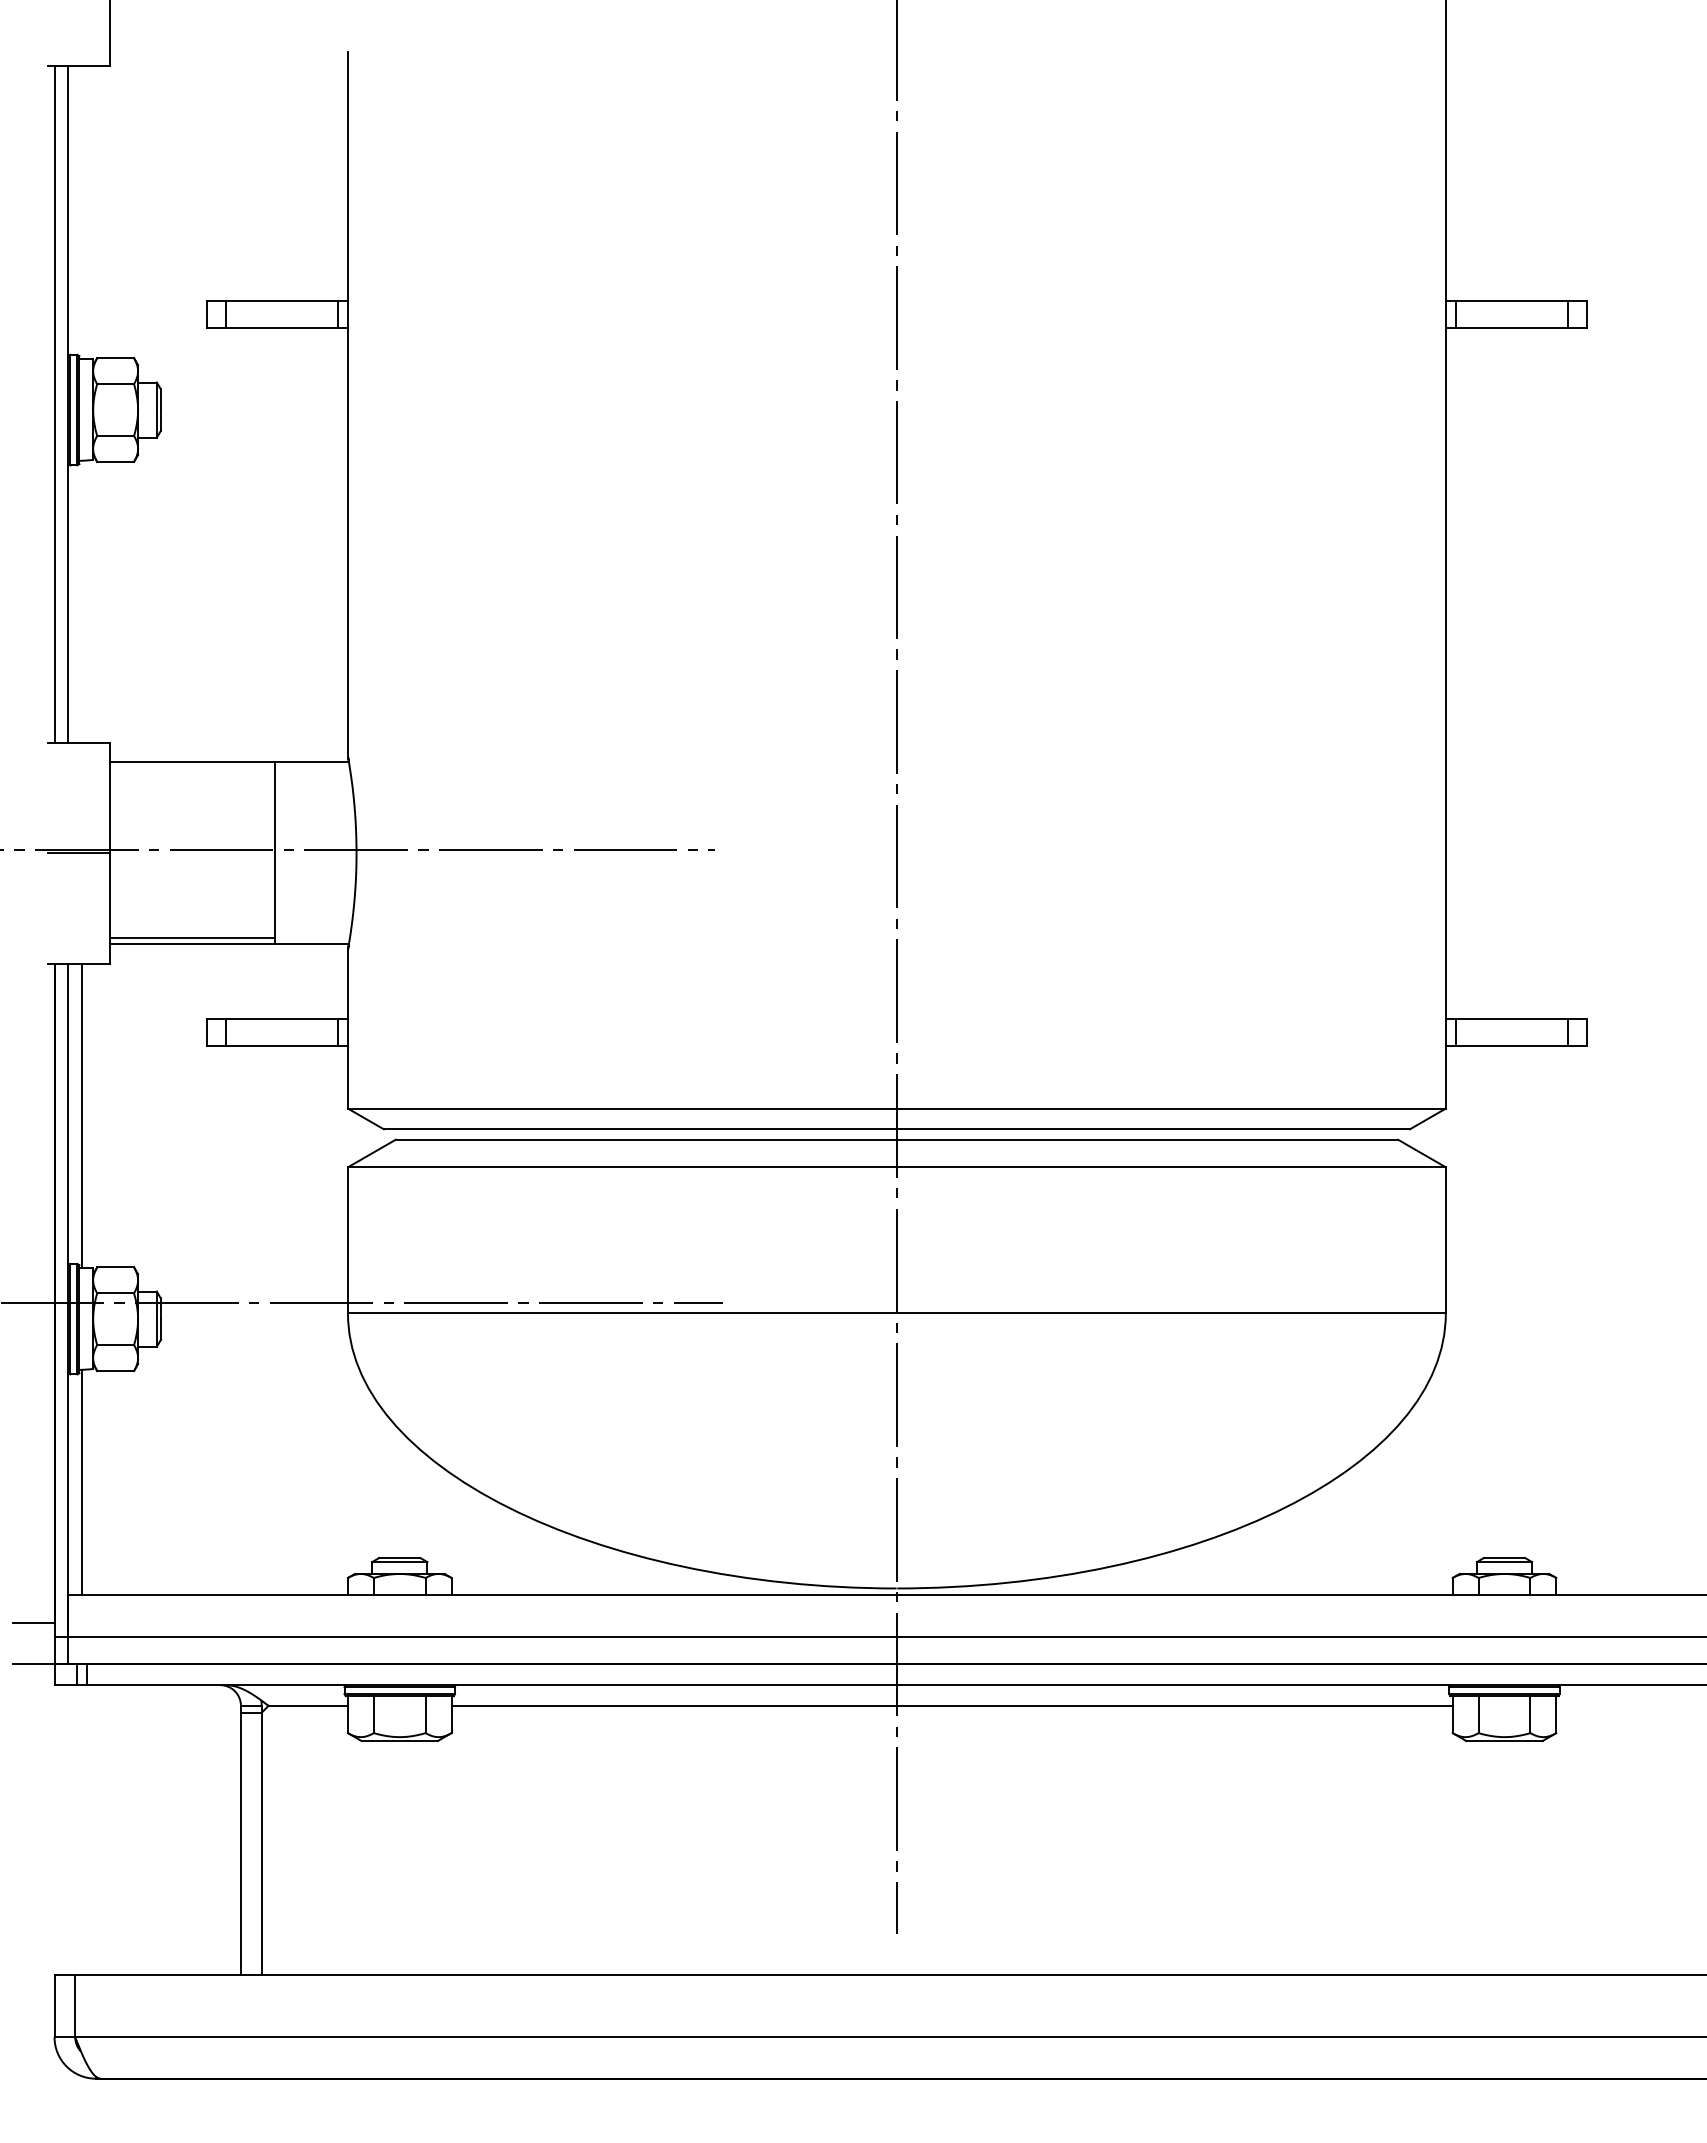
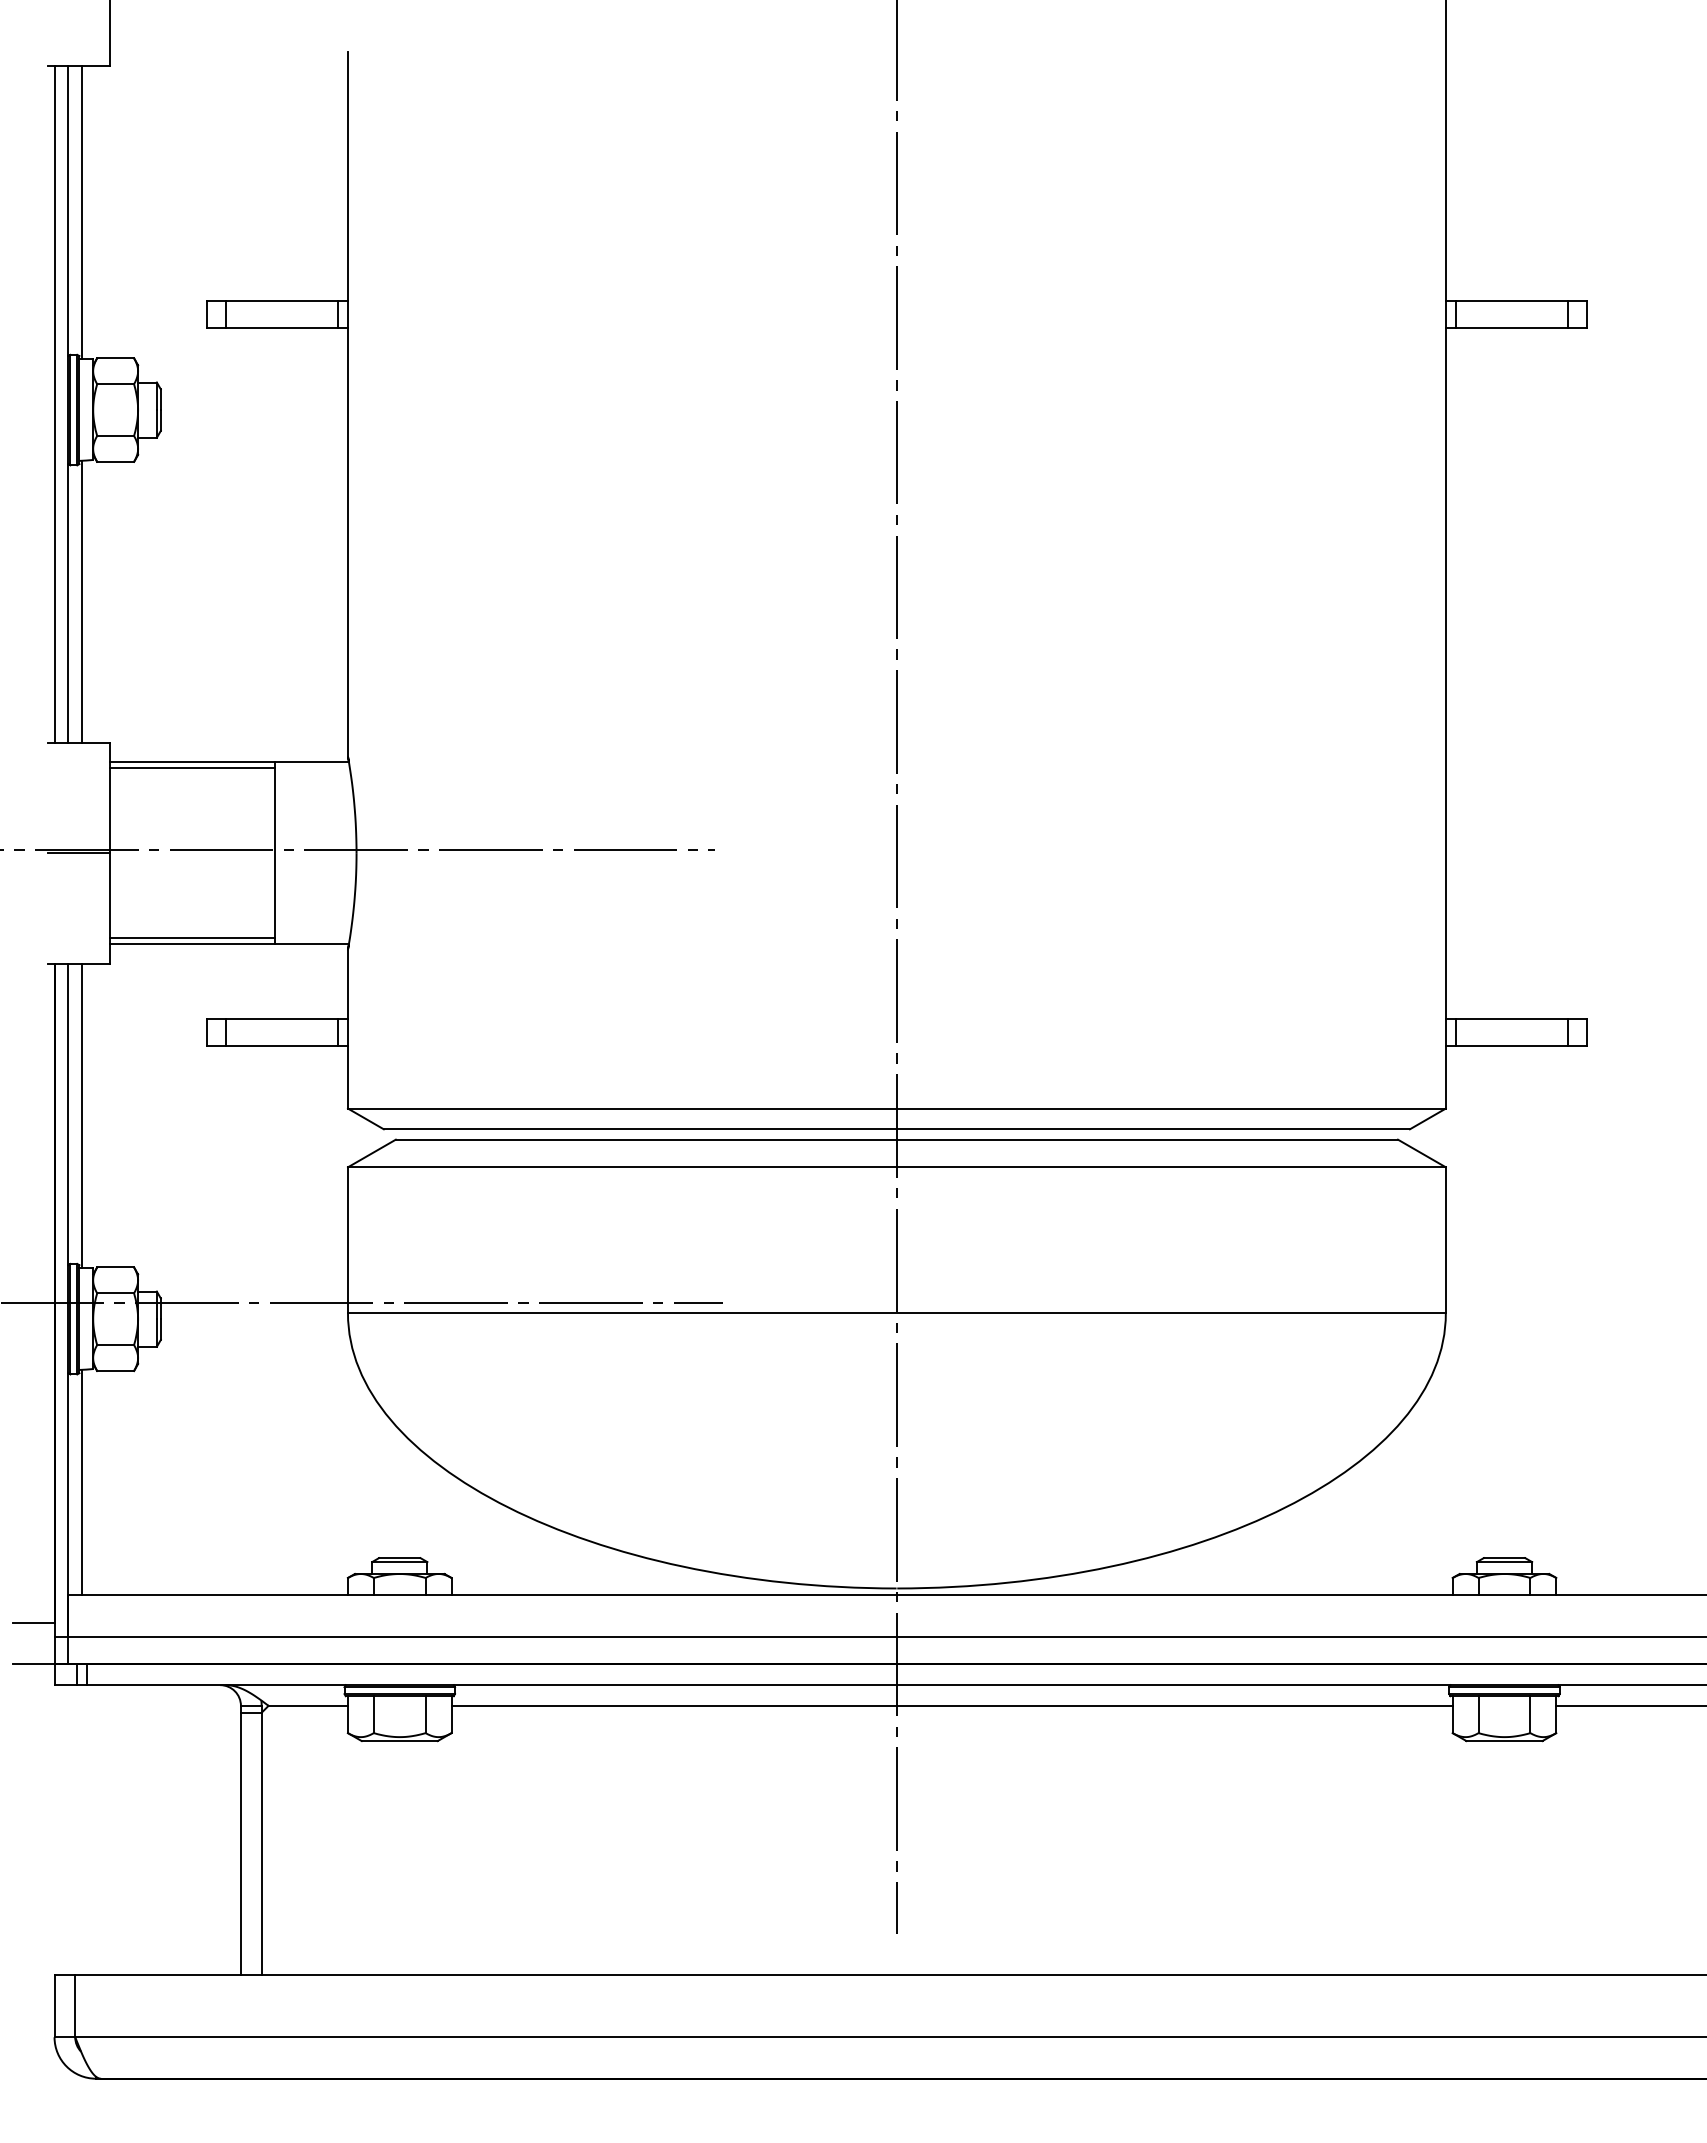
line at (82, 212): none -> present
line at (82, 601): none -> present
line at (192, 768): none -> present
line at (1629, 1705): none -> present
